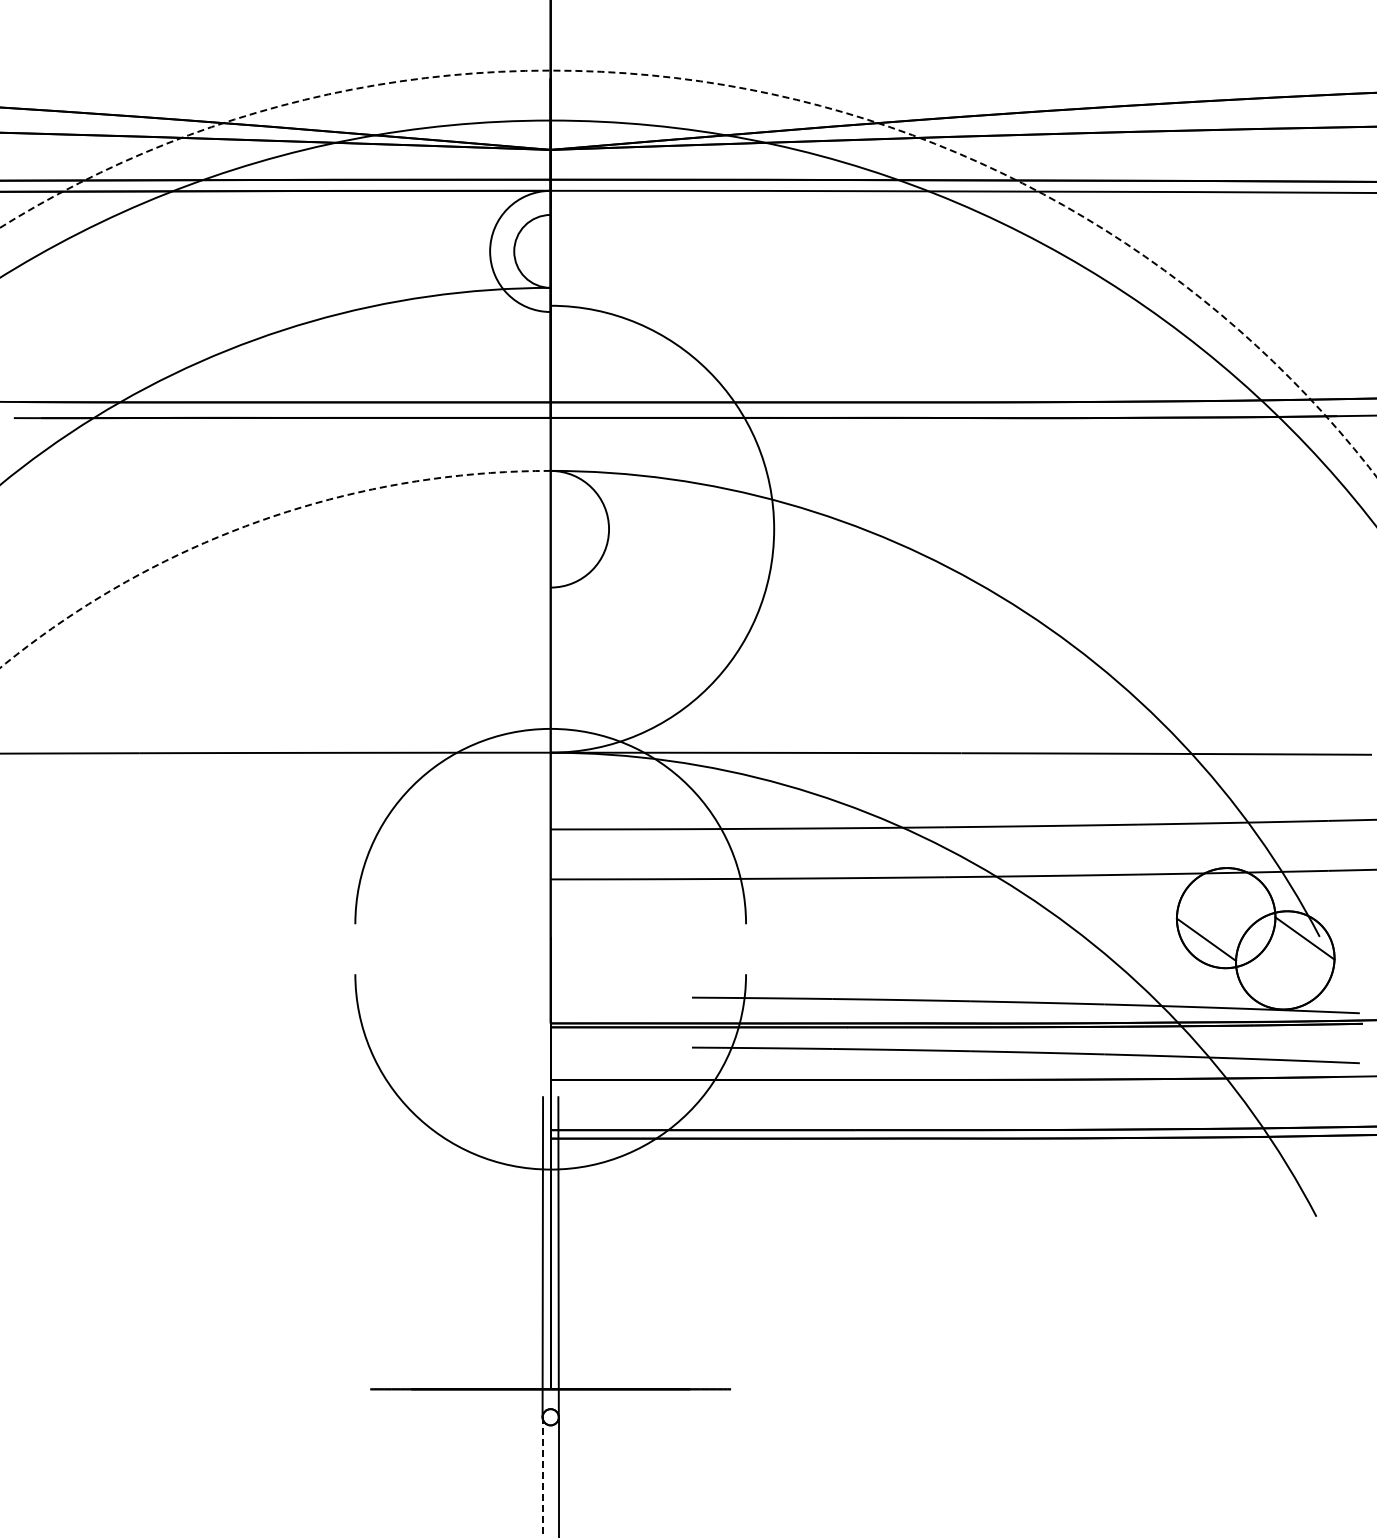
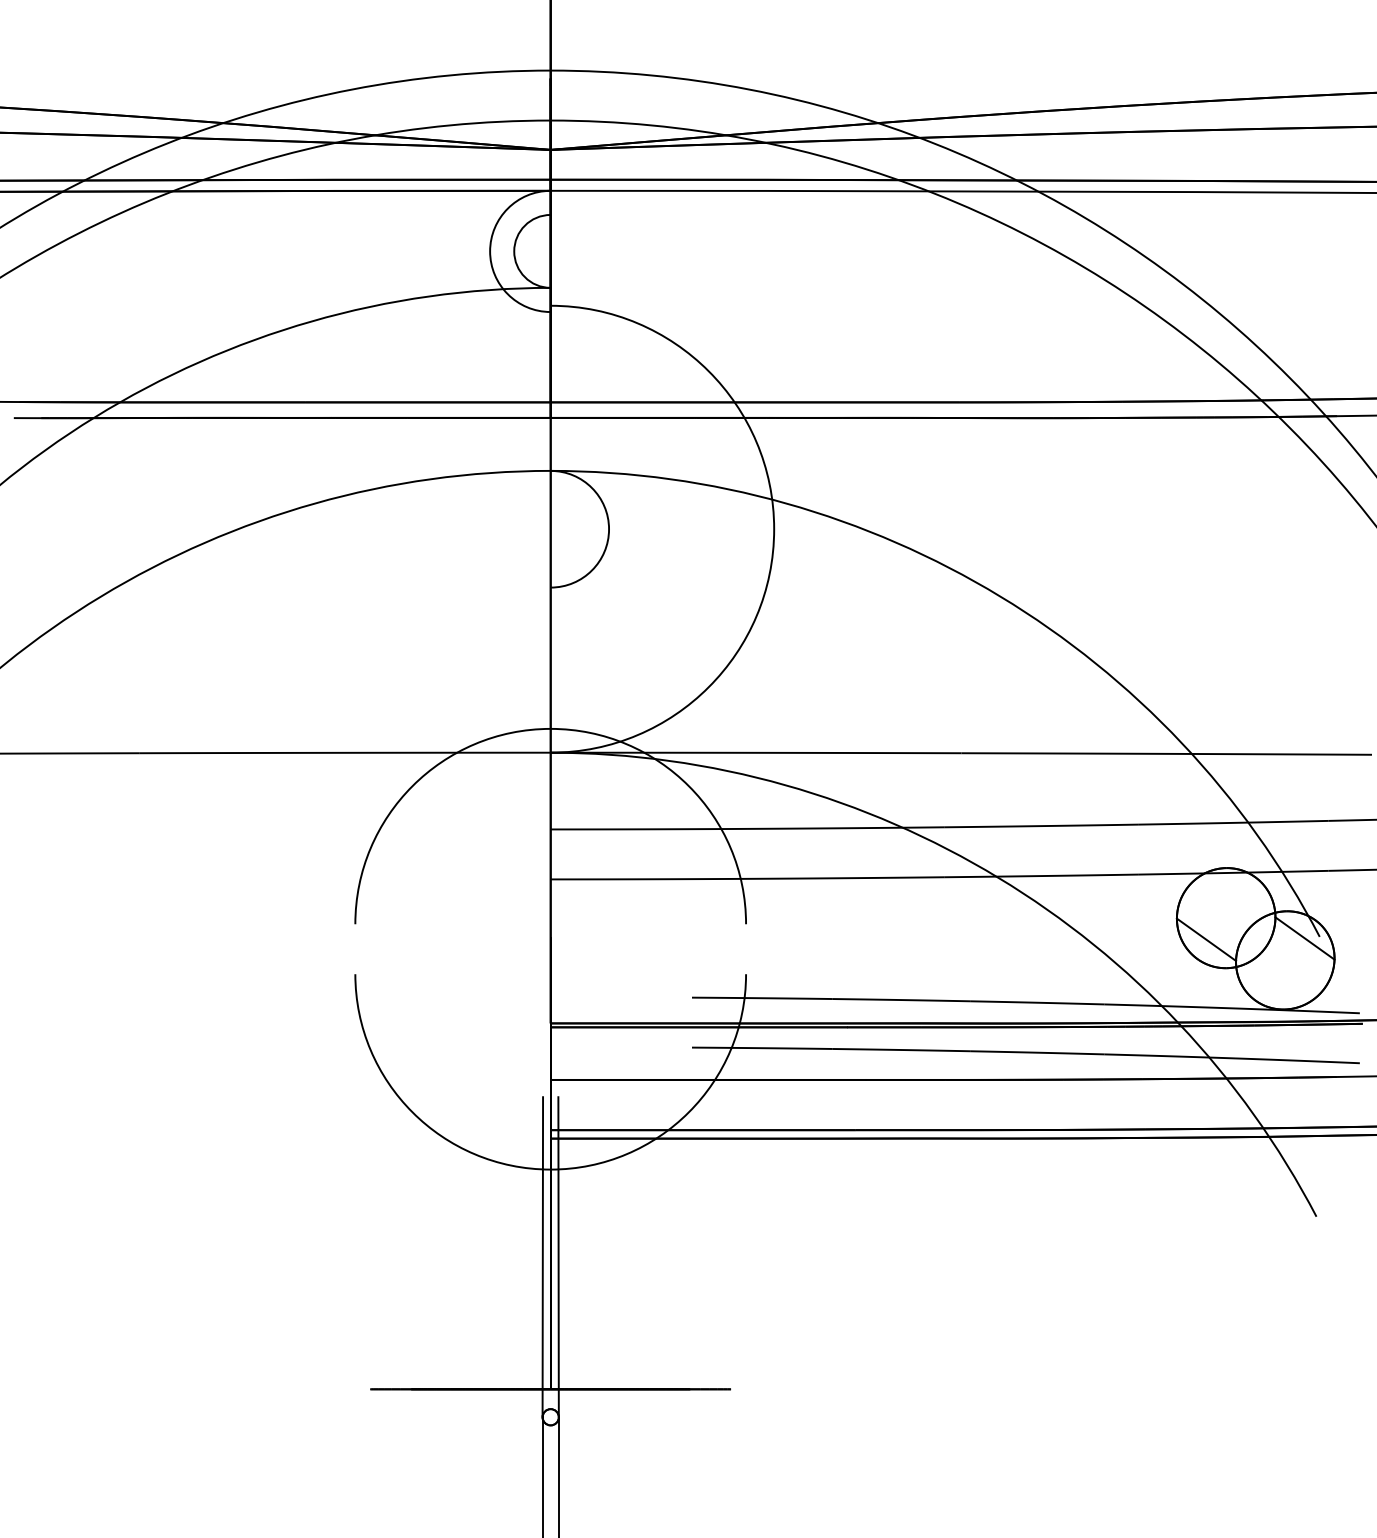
arc at (735, 87): dashed -> solid
arc at (256, 522): dashed -> solid
line at (542, 1477): dashed -> solid
